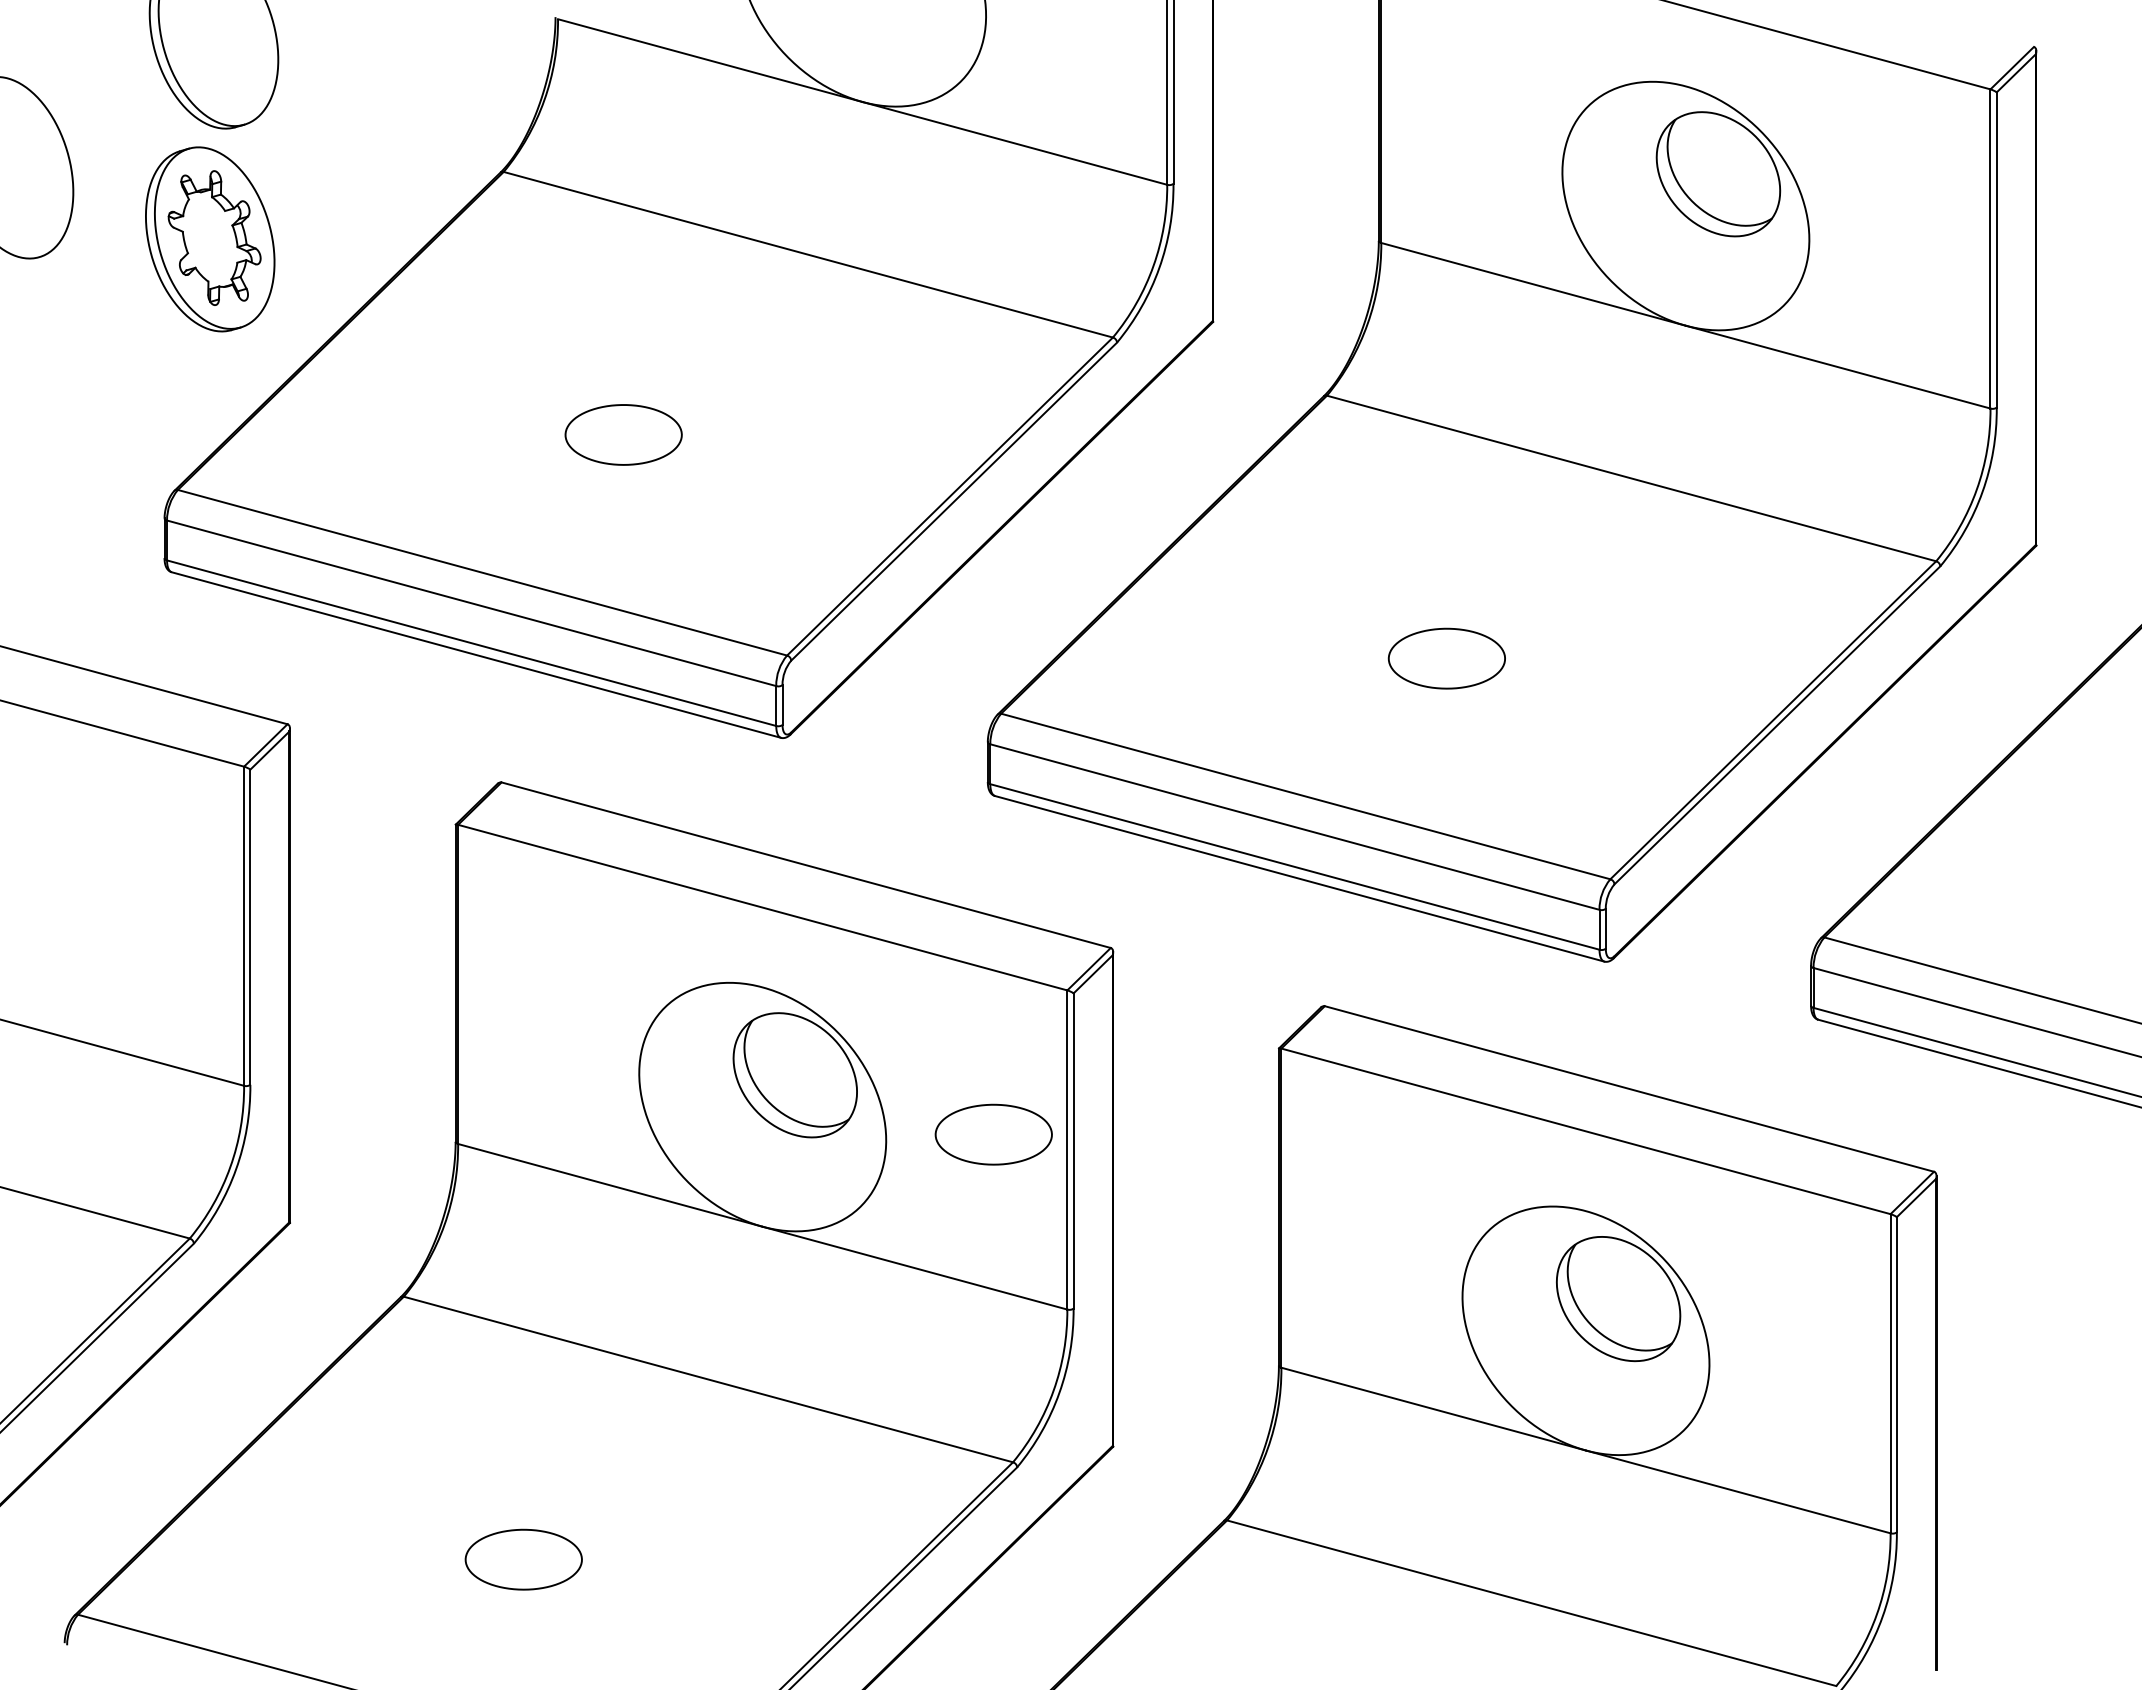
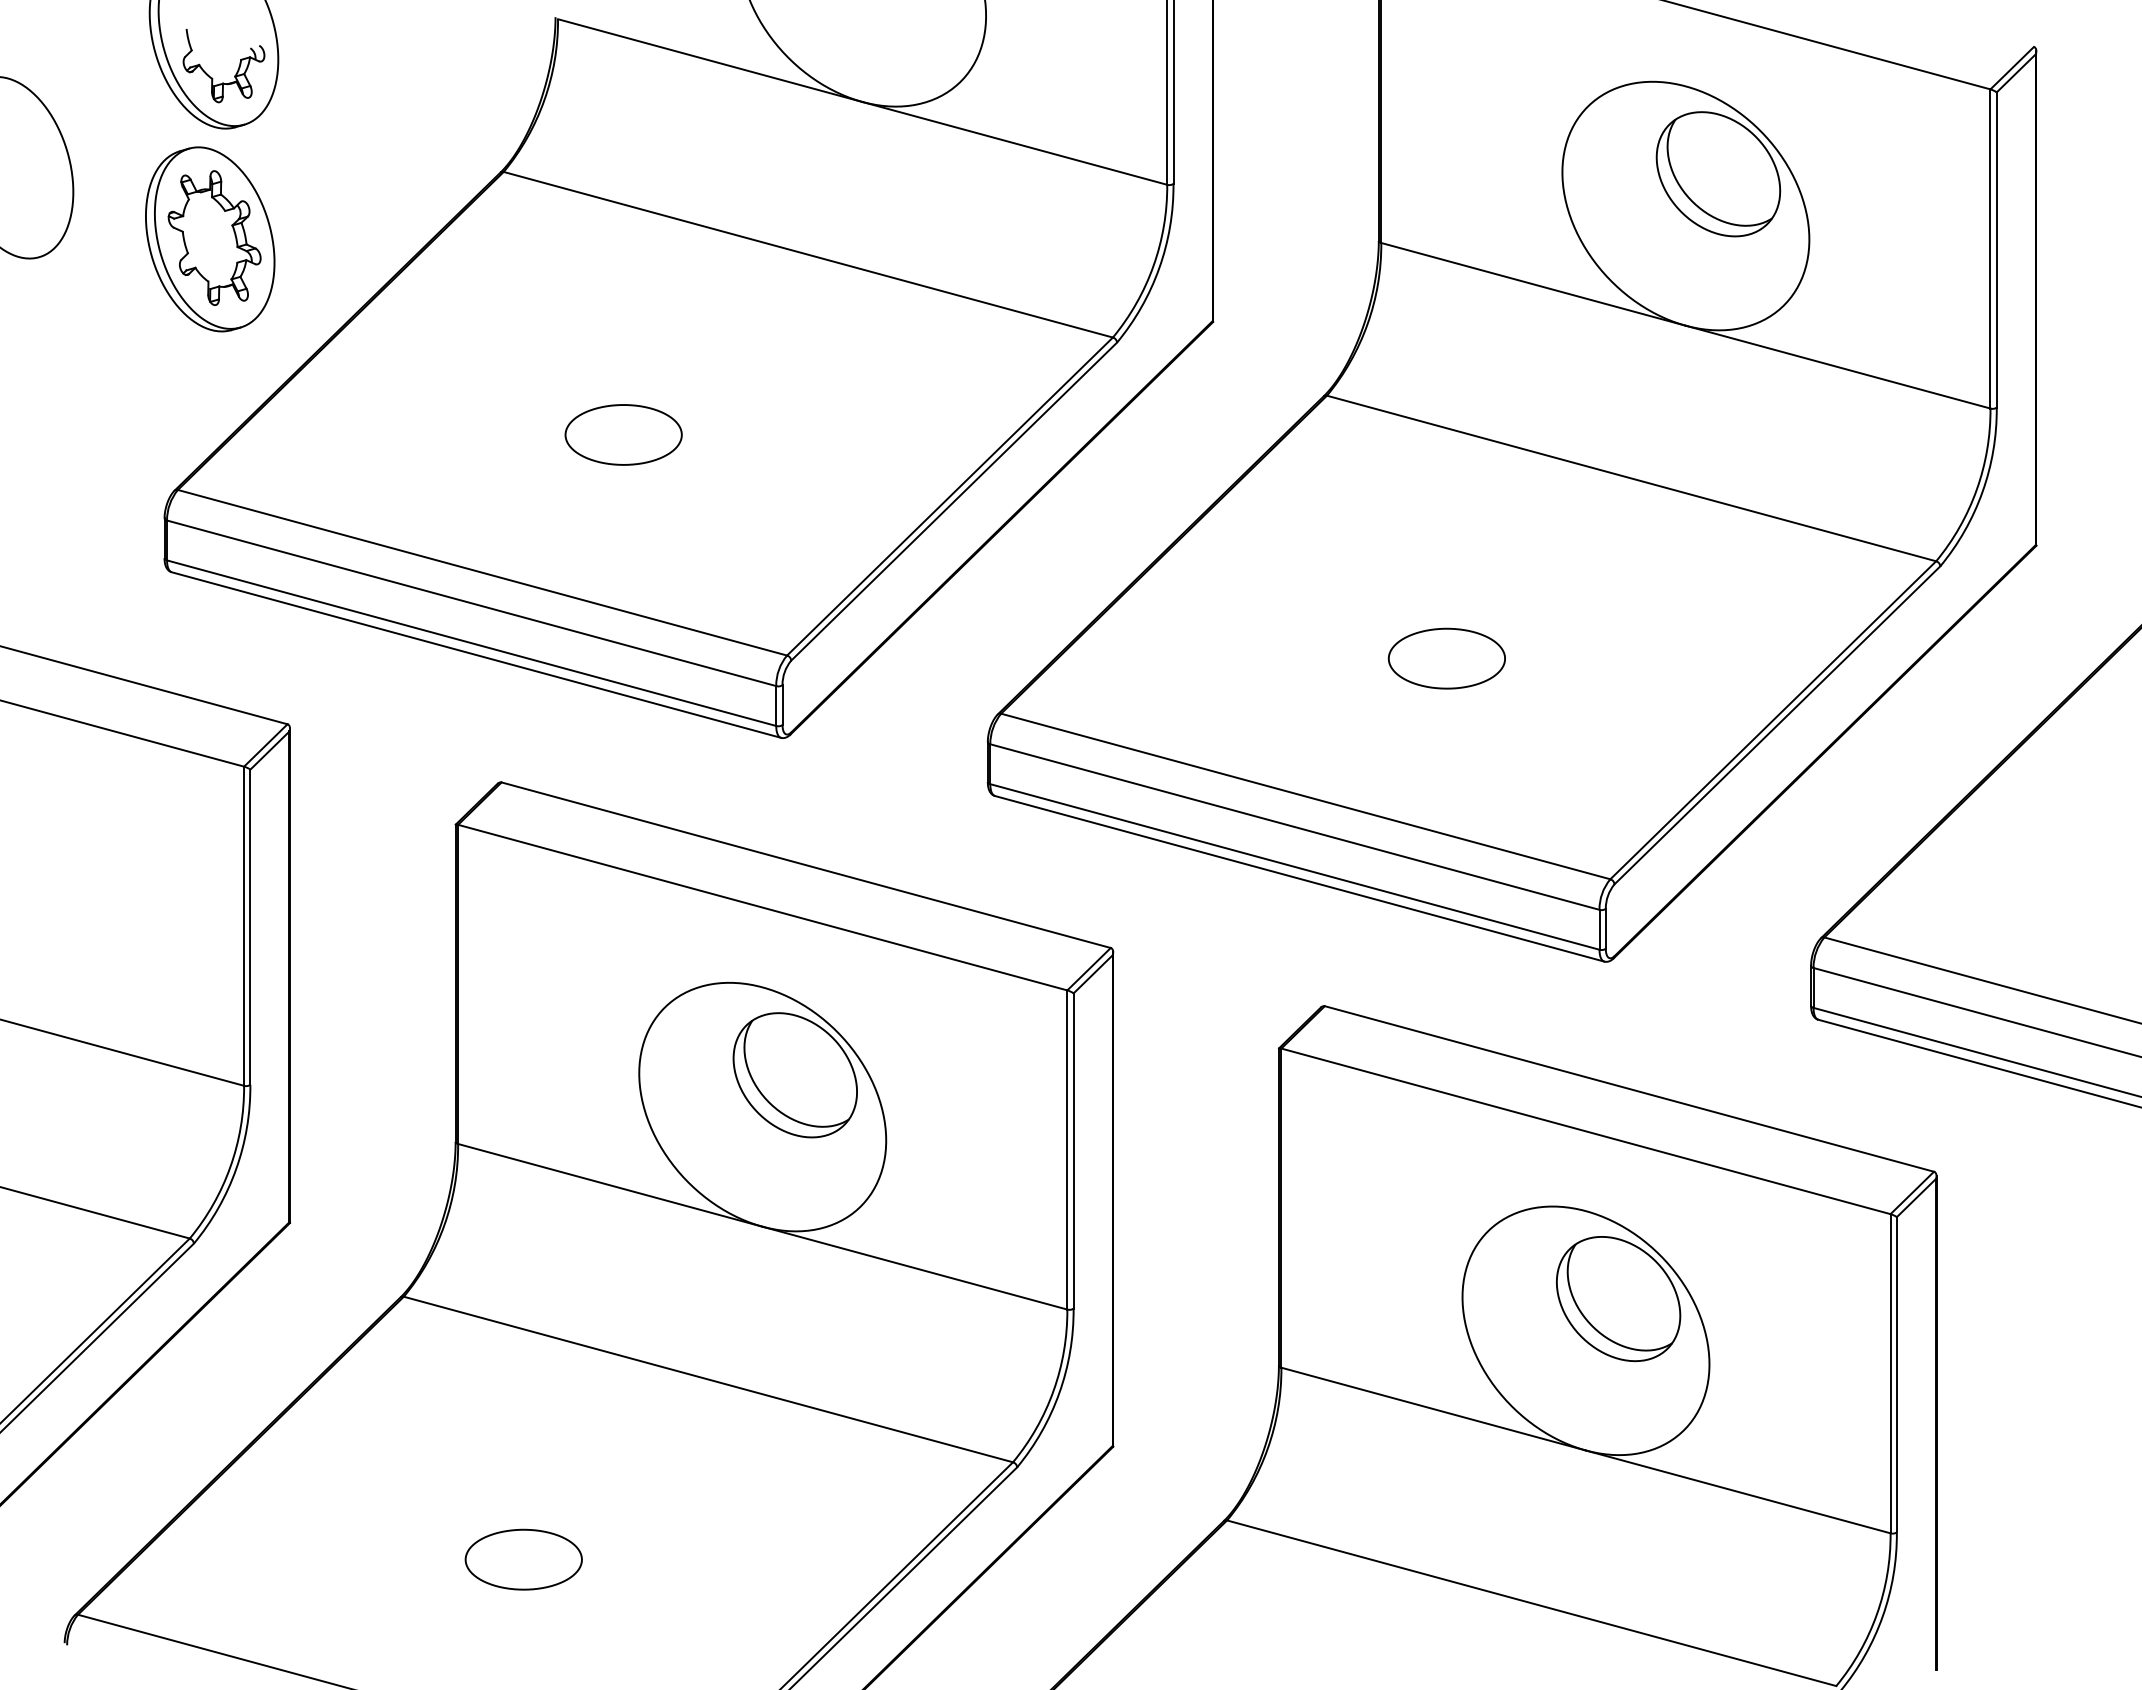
part at (236, 71): none -> present
part at (993, 1134): present -> none
